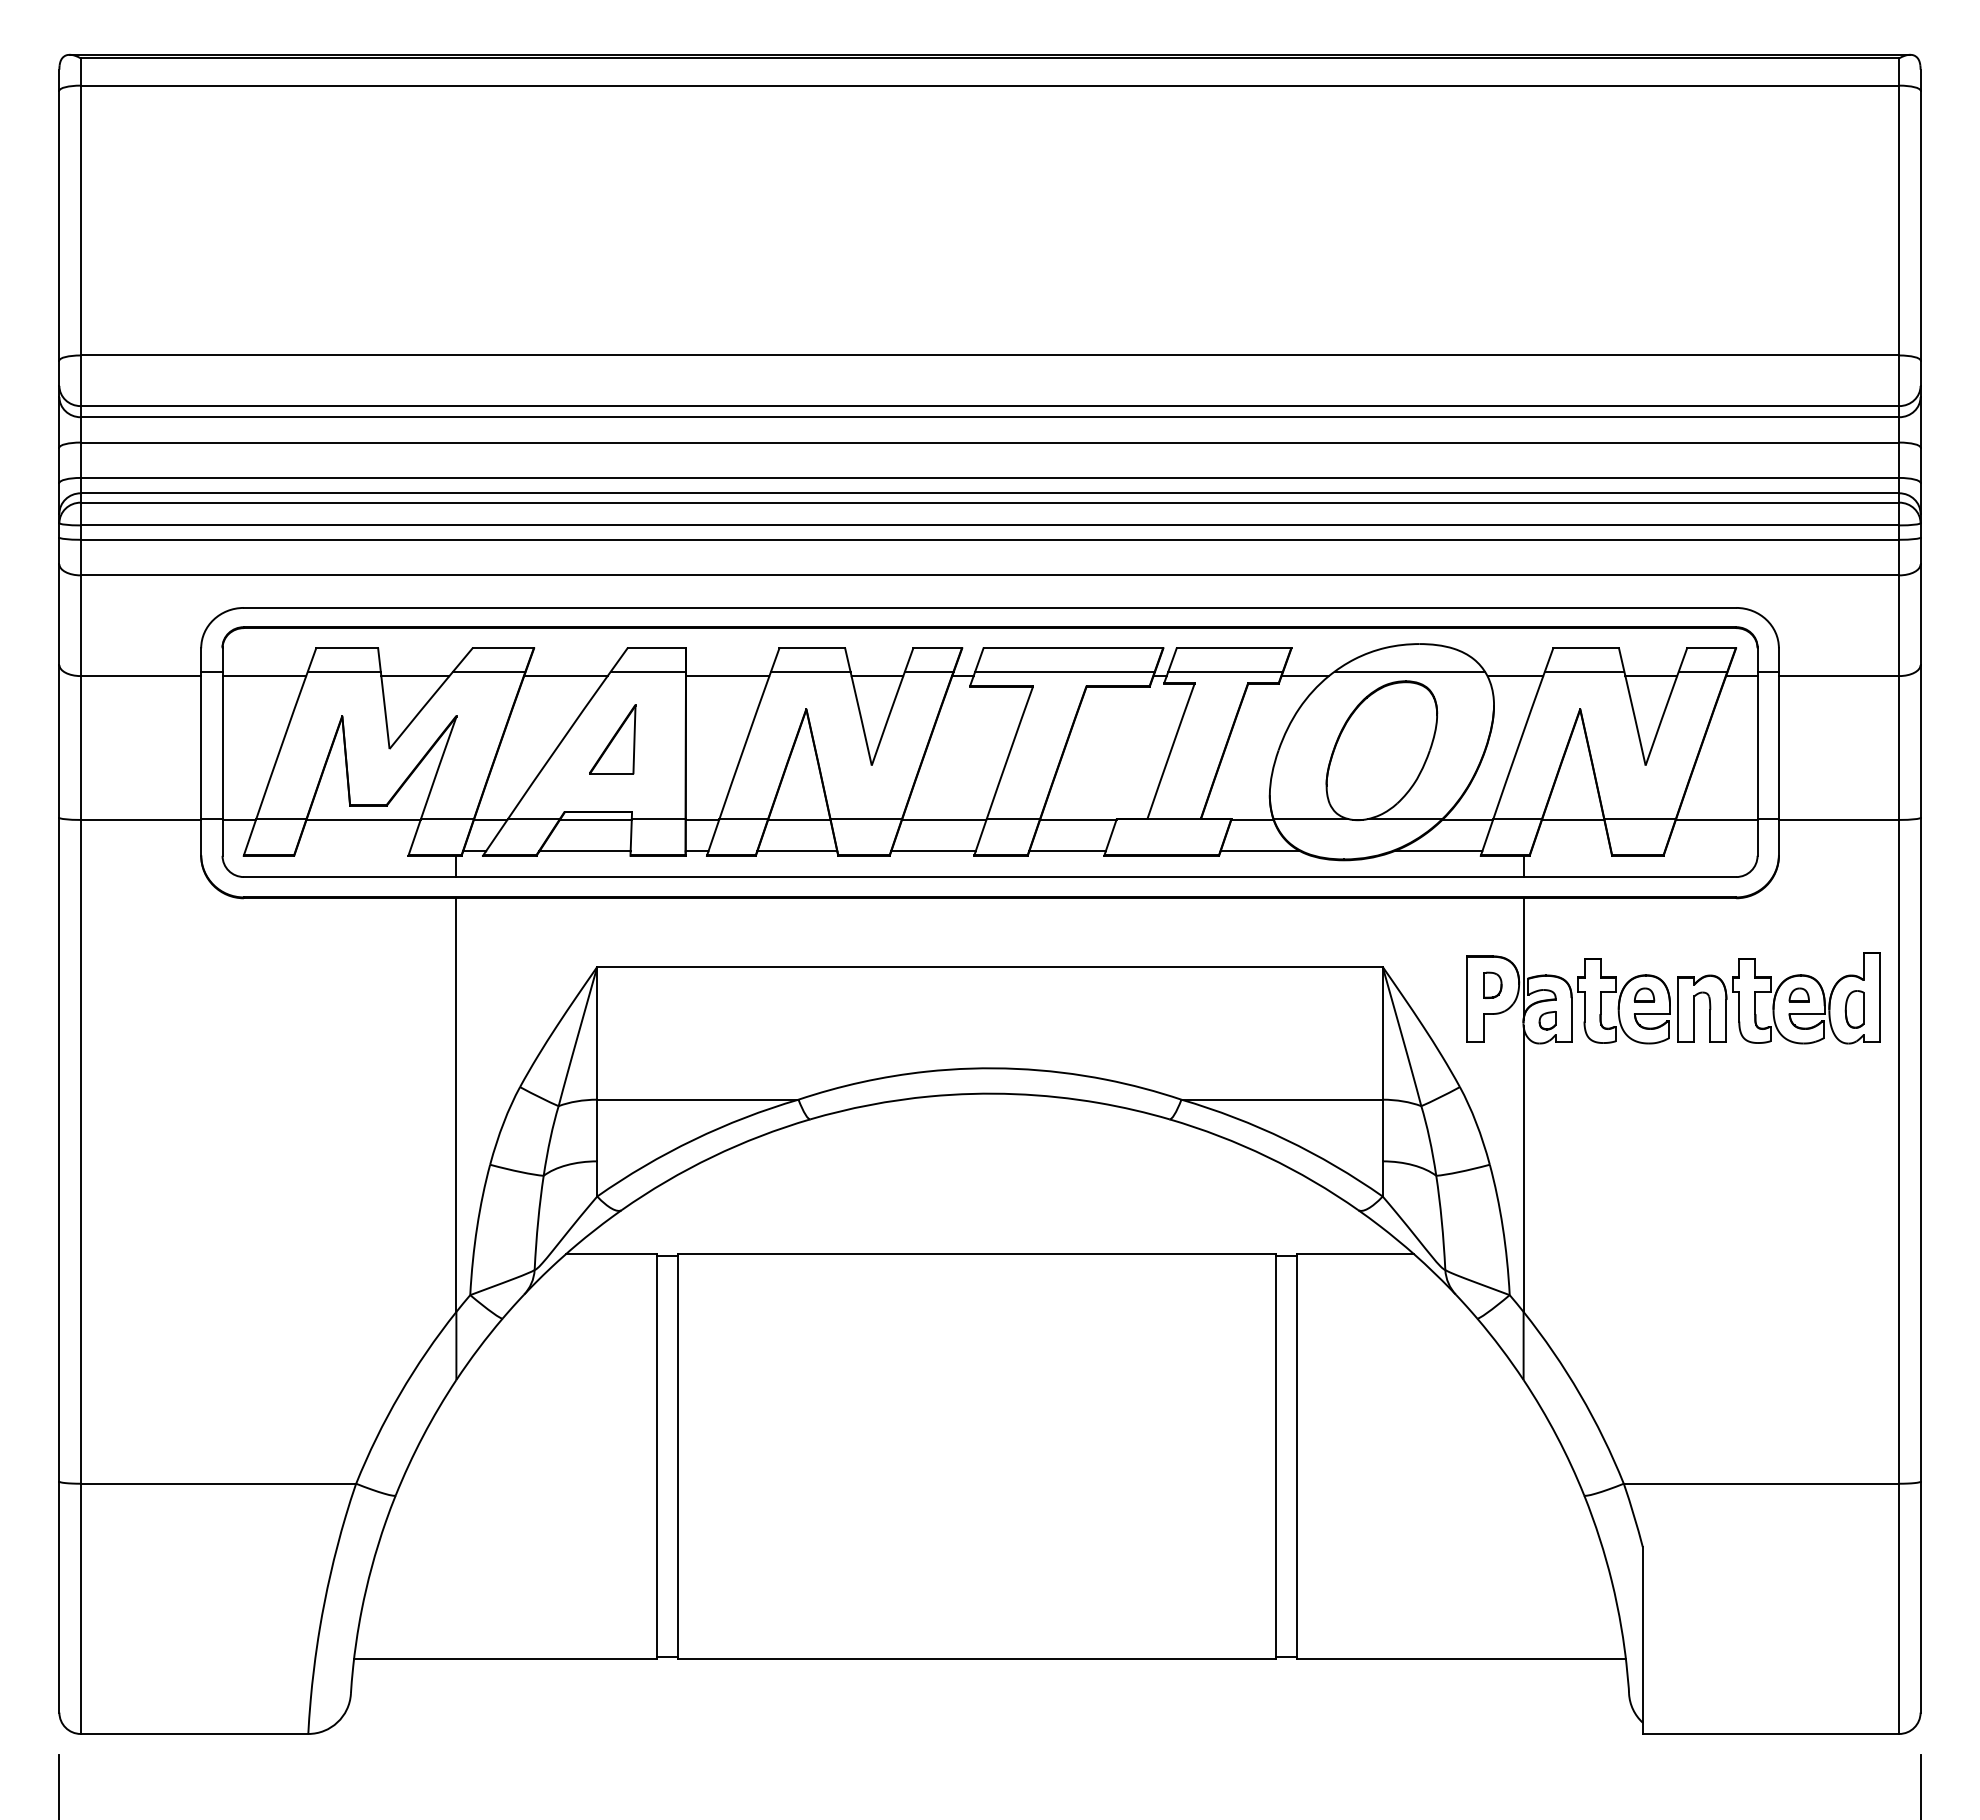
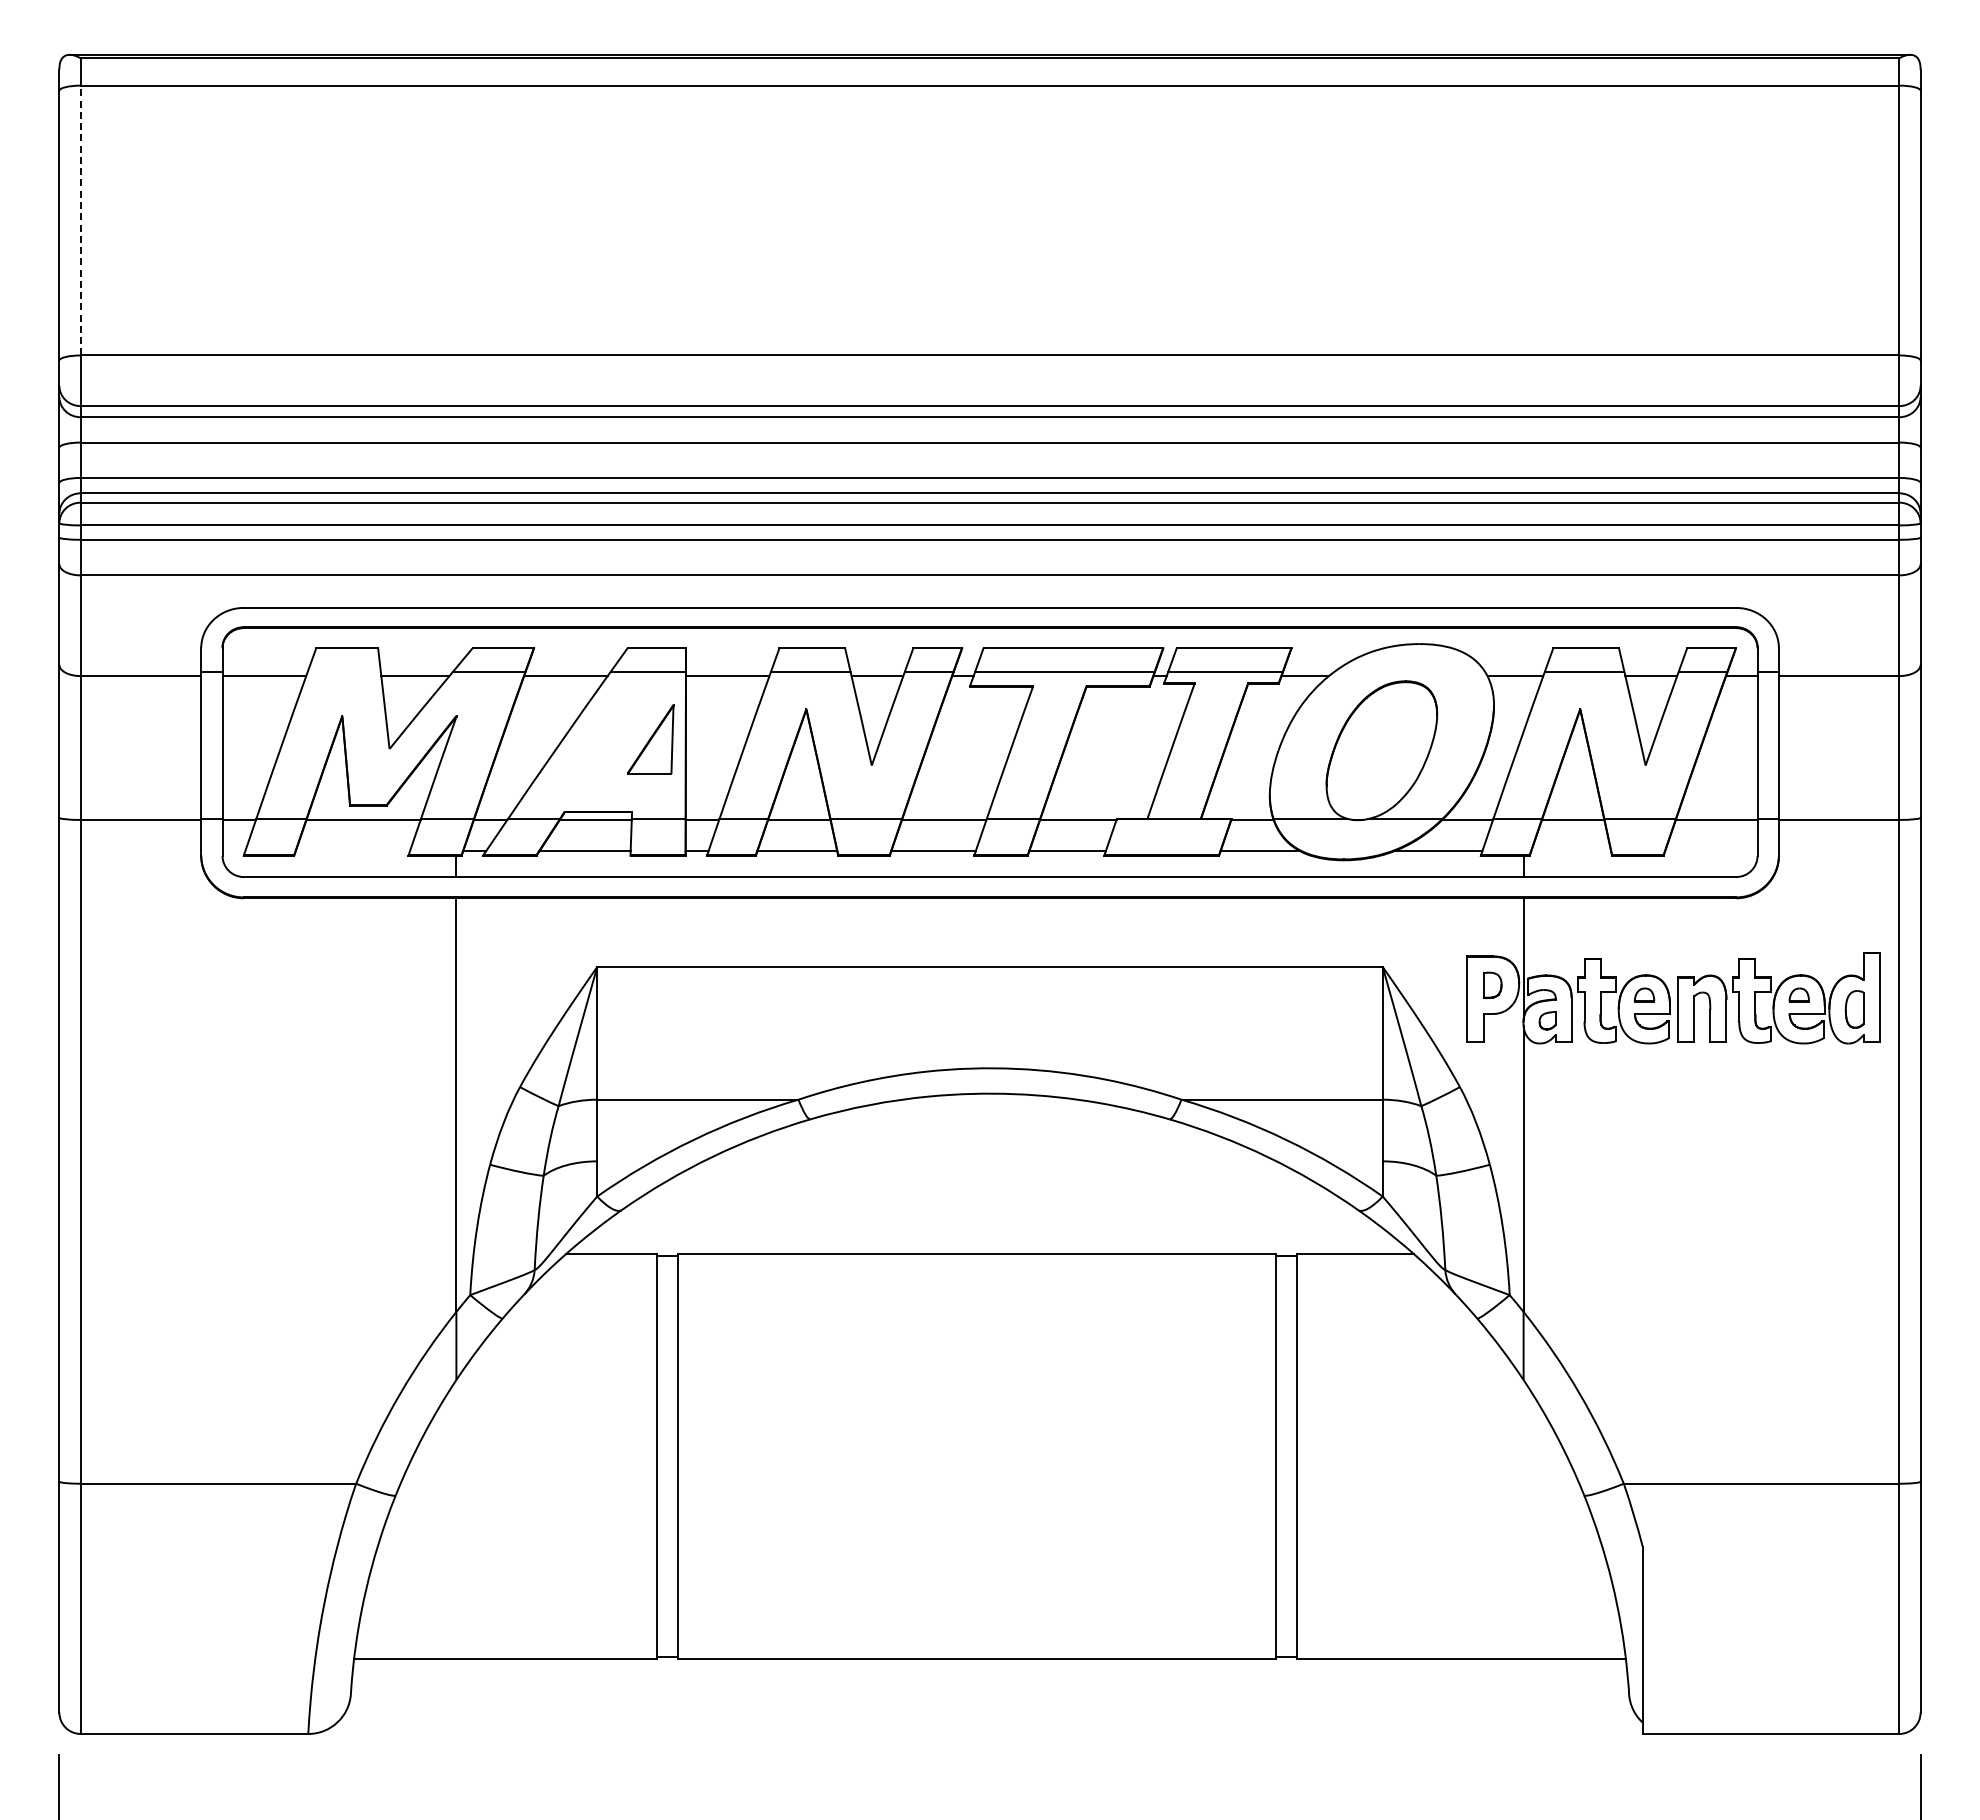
line at (80, 220): solid -> dashed
line at (343, 671): present -> none
line at (1409, 671): present -> none
part at (612, 739) position: (612, 739) -> (650, 739)
